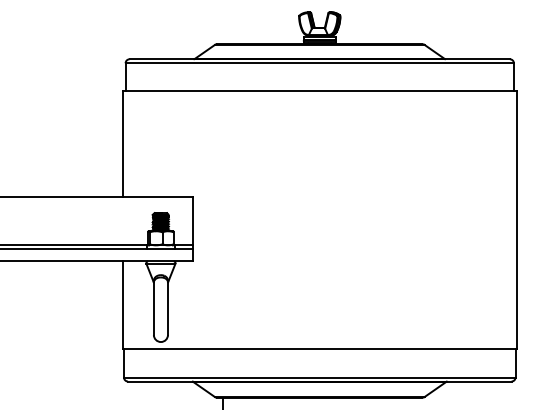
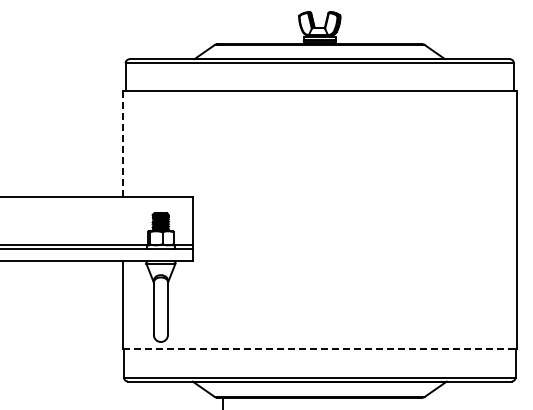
line at (122, 144): solid -> dashed
line at (320, 349): solid -> dashed
